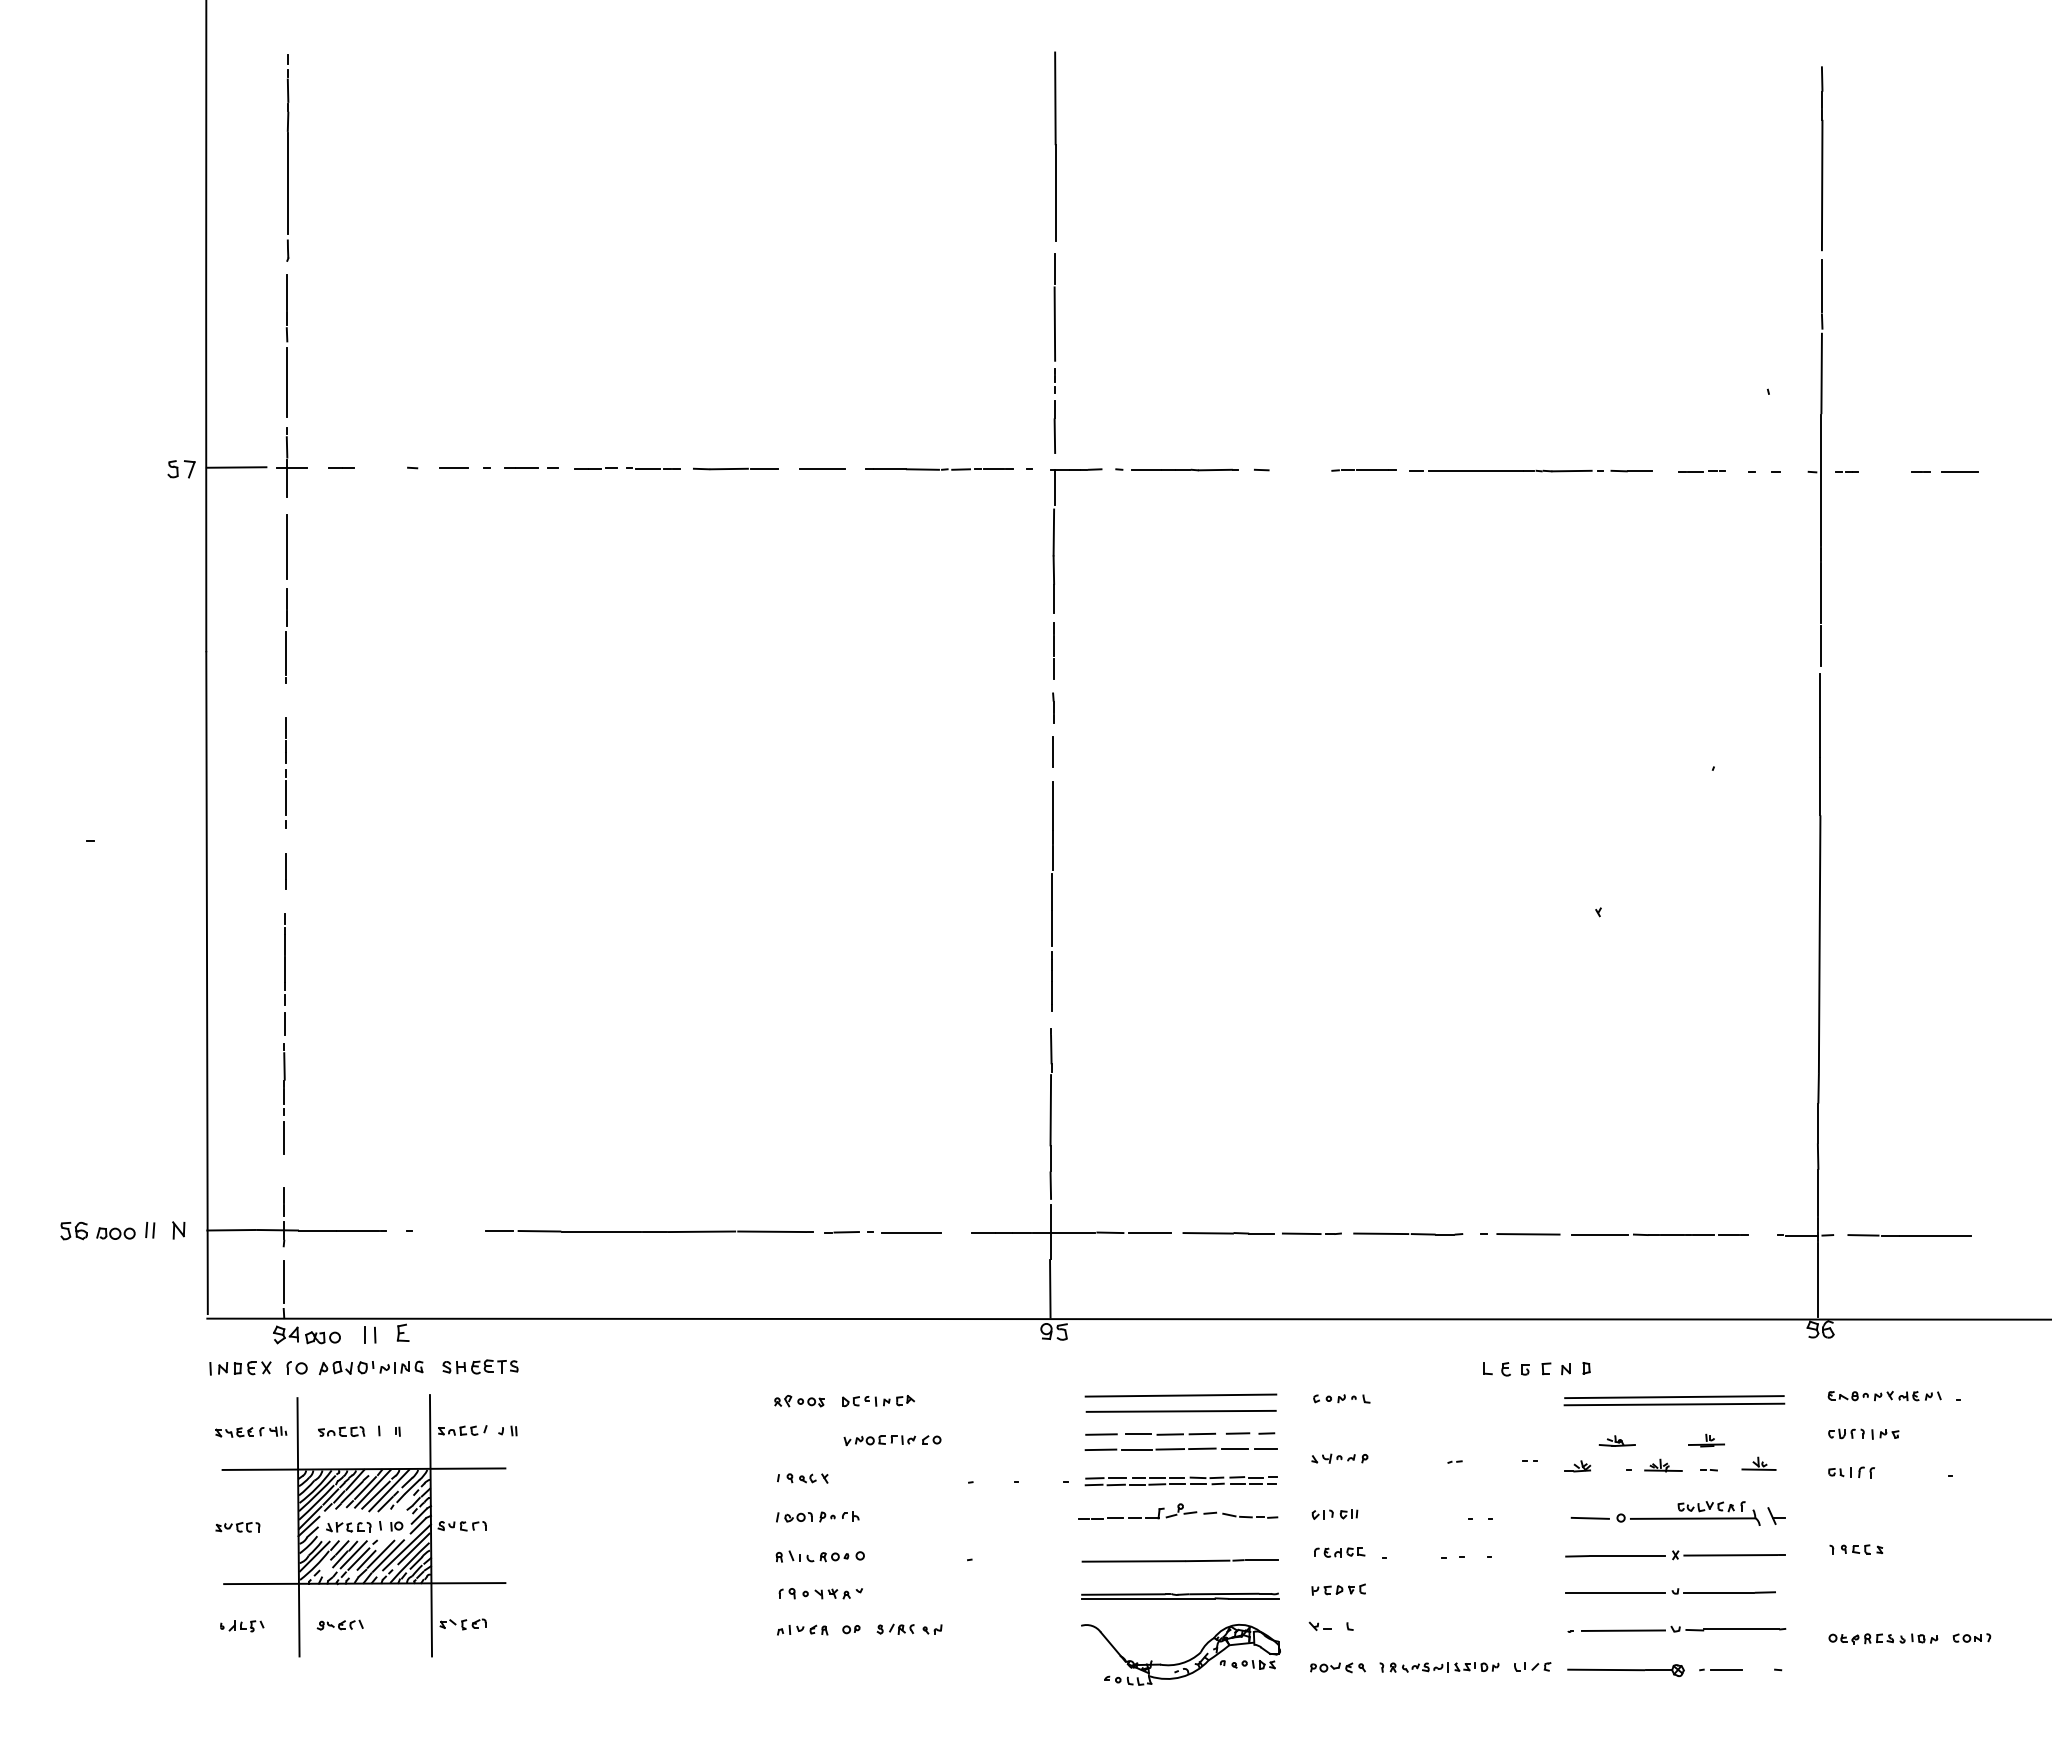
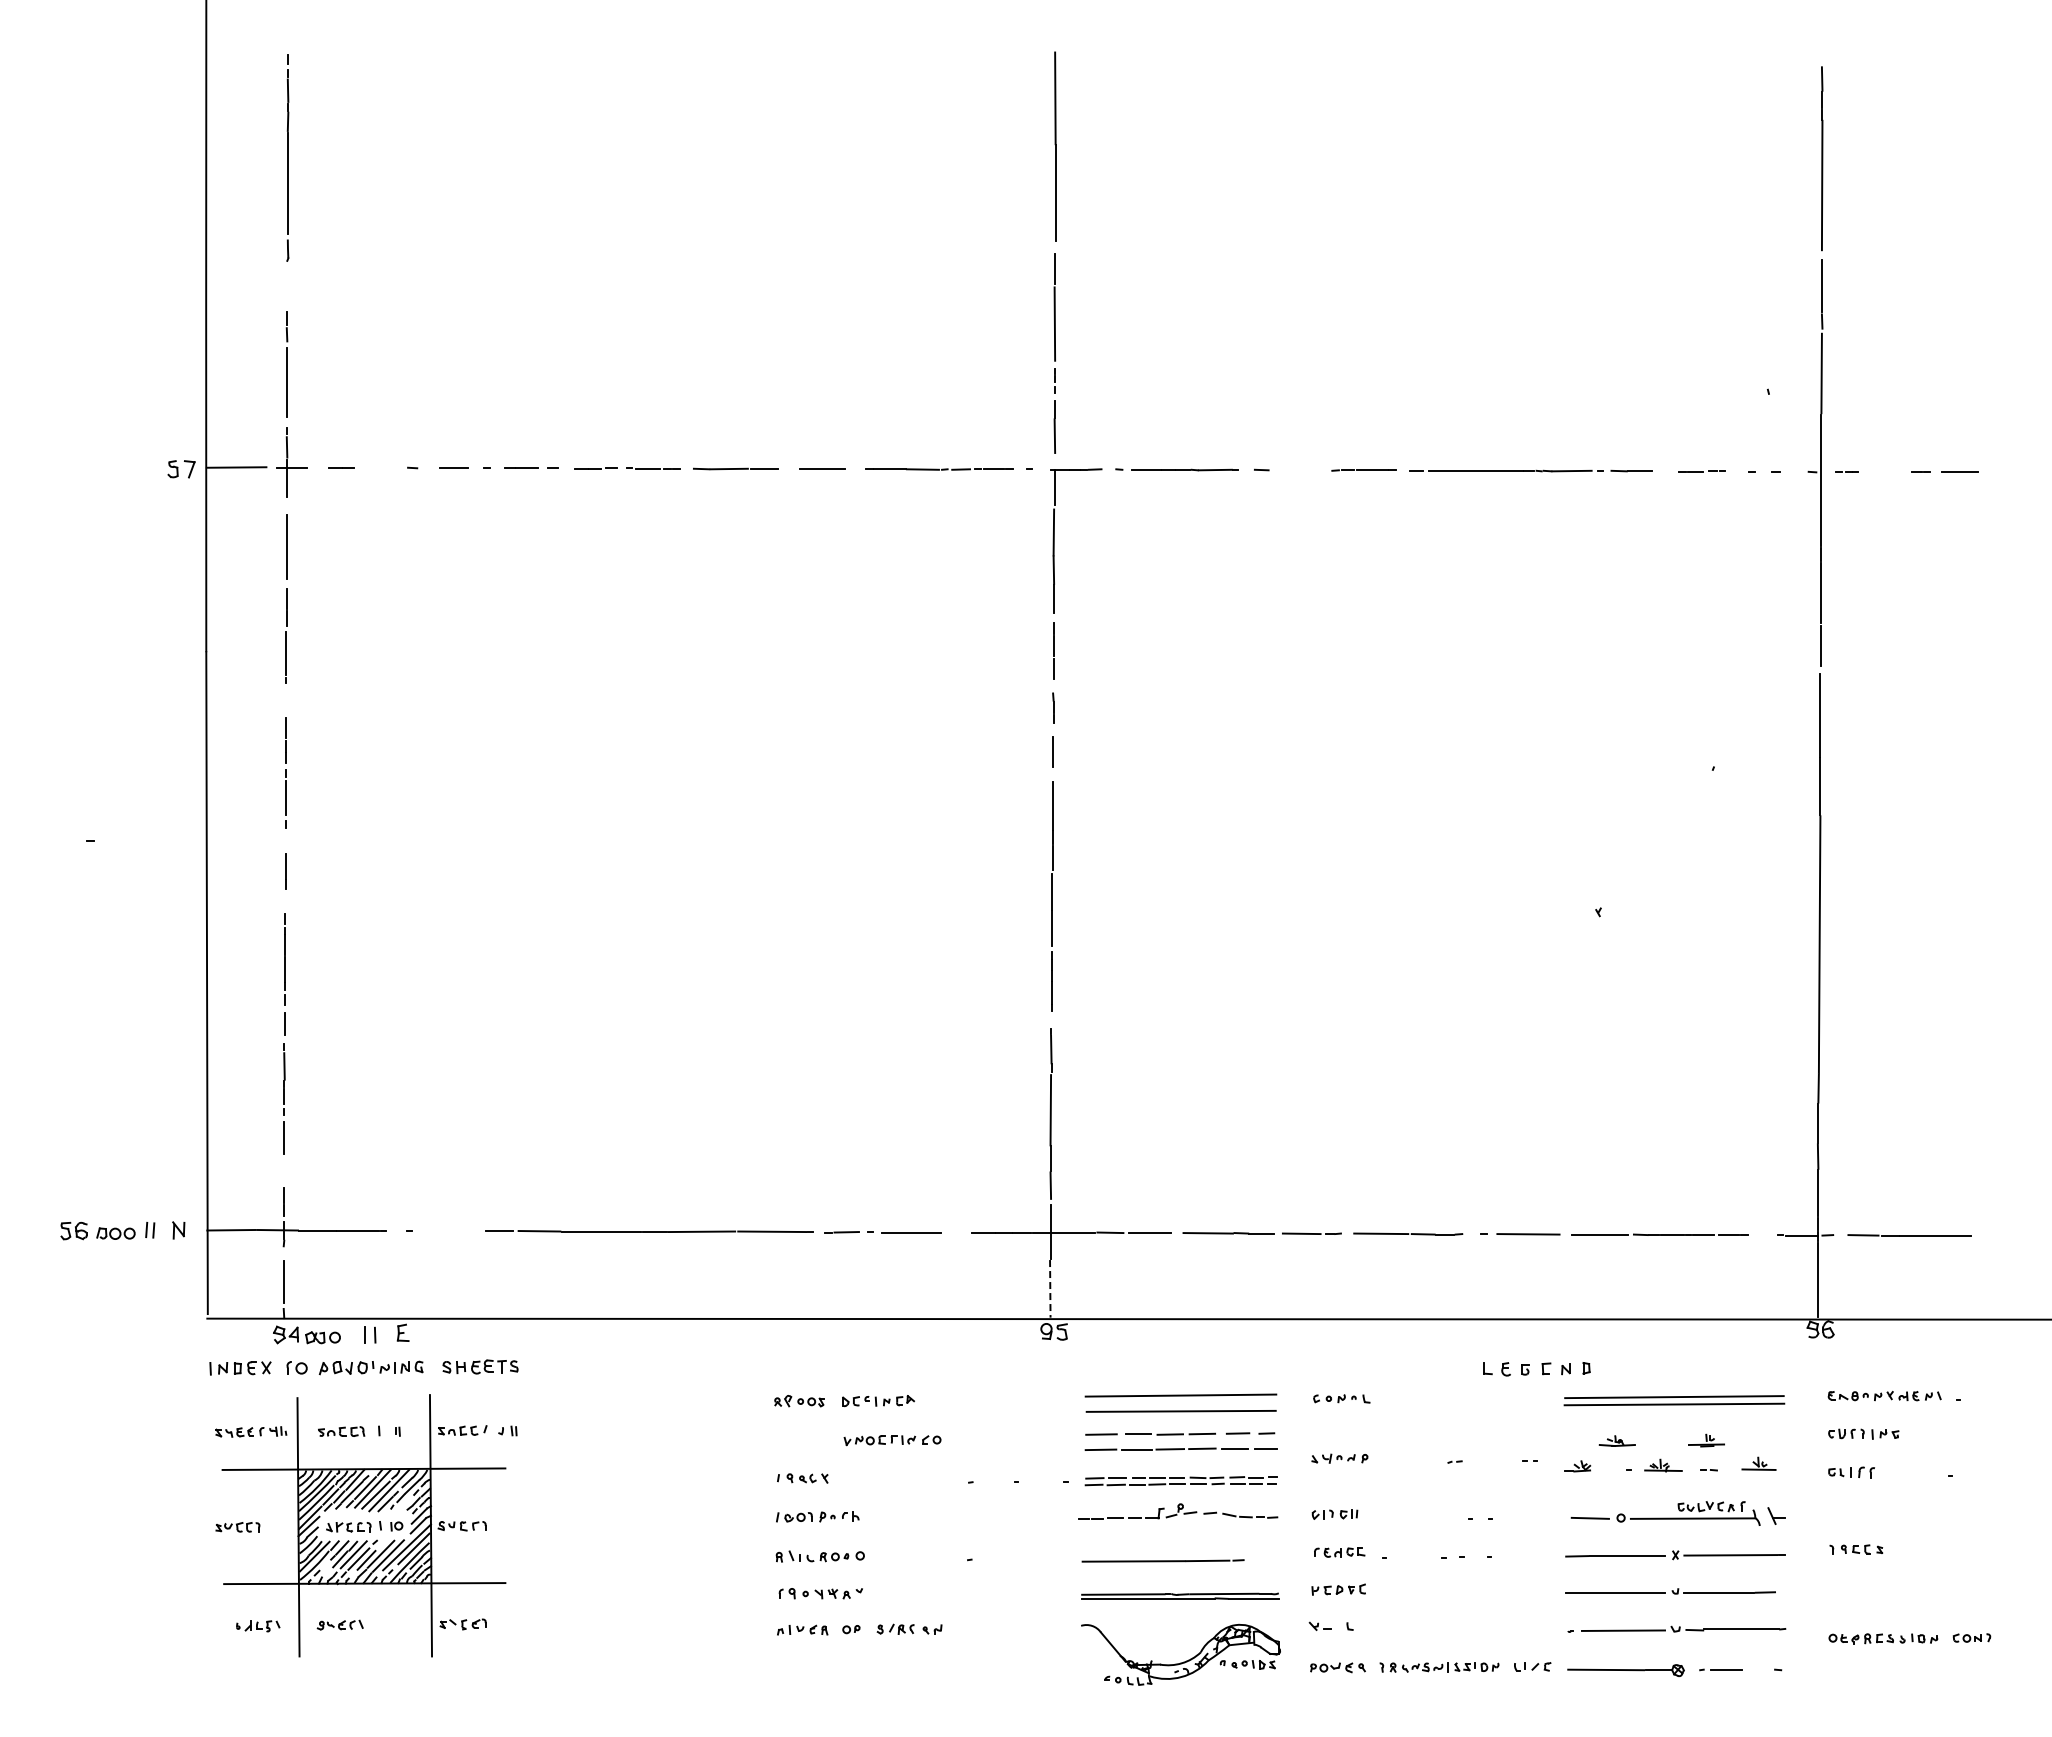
line at (287, 292): present -> none
line at (1050, 1288): solid -> dashed
line at (1262, 1560): present -> none
part at (242, 1626) position: (242, 1626) -> (258, 1626)
